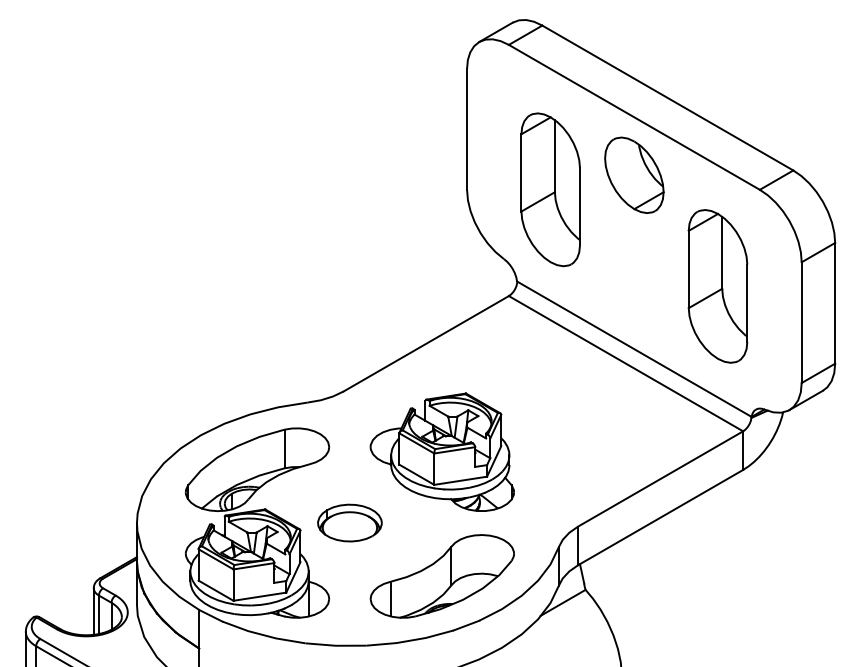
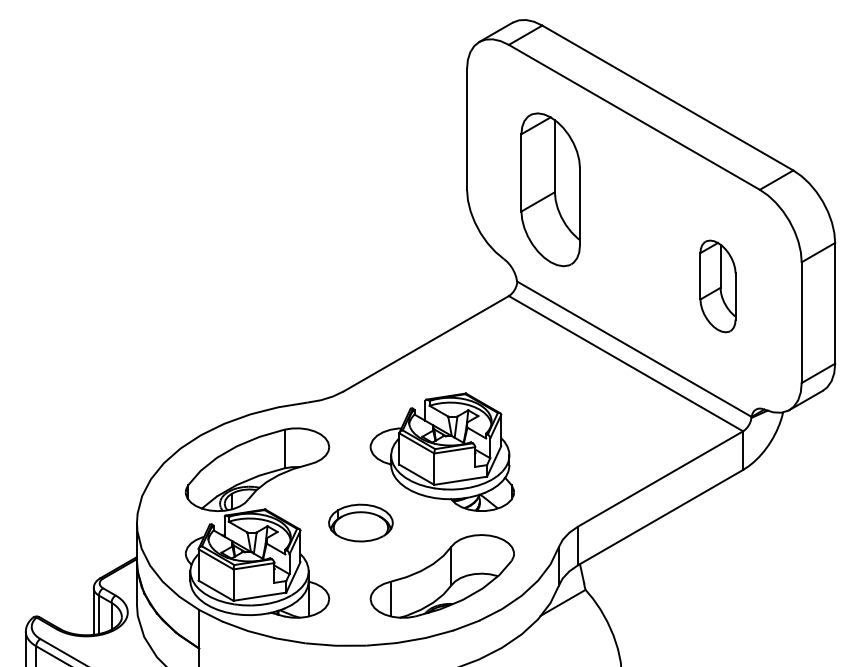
part at (634, 174): present -> none
part at (717, 286) size: 62x155 px -> 38x95 px
part at (349, 522) position: (349, 522) -> (360, 522)
